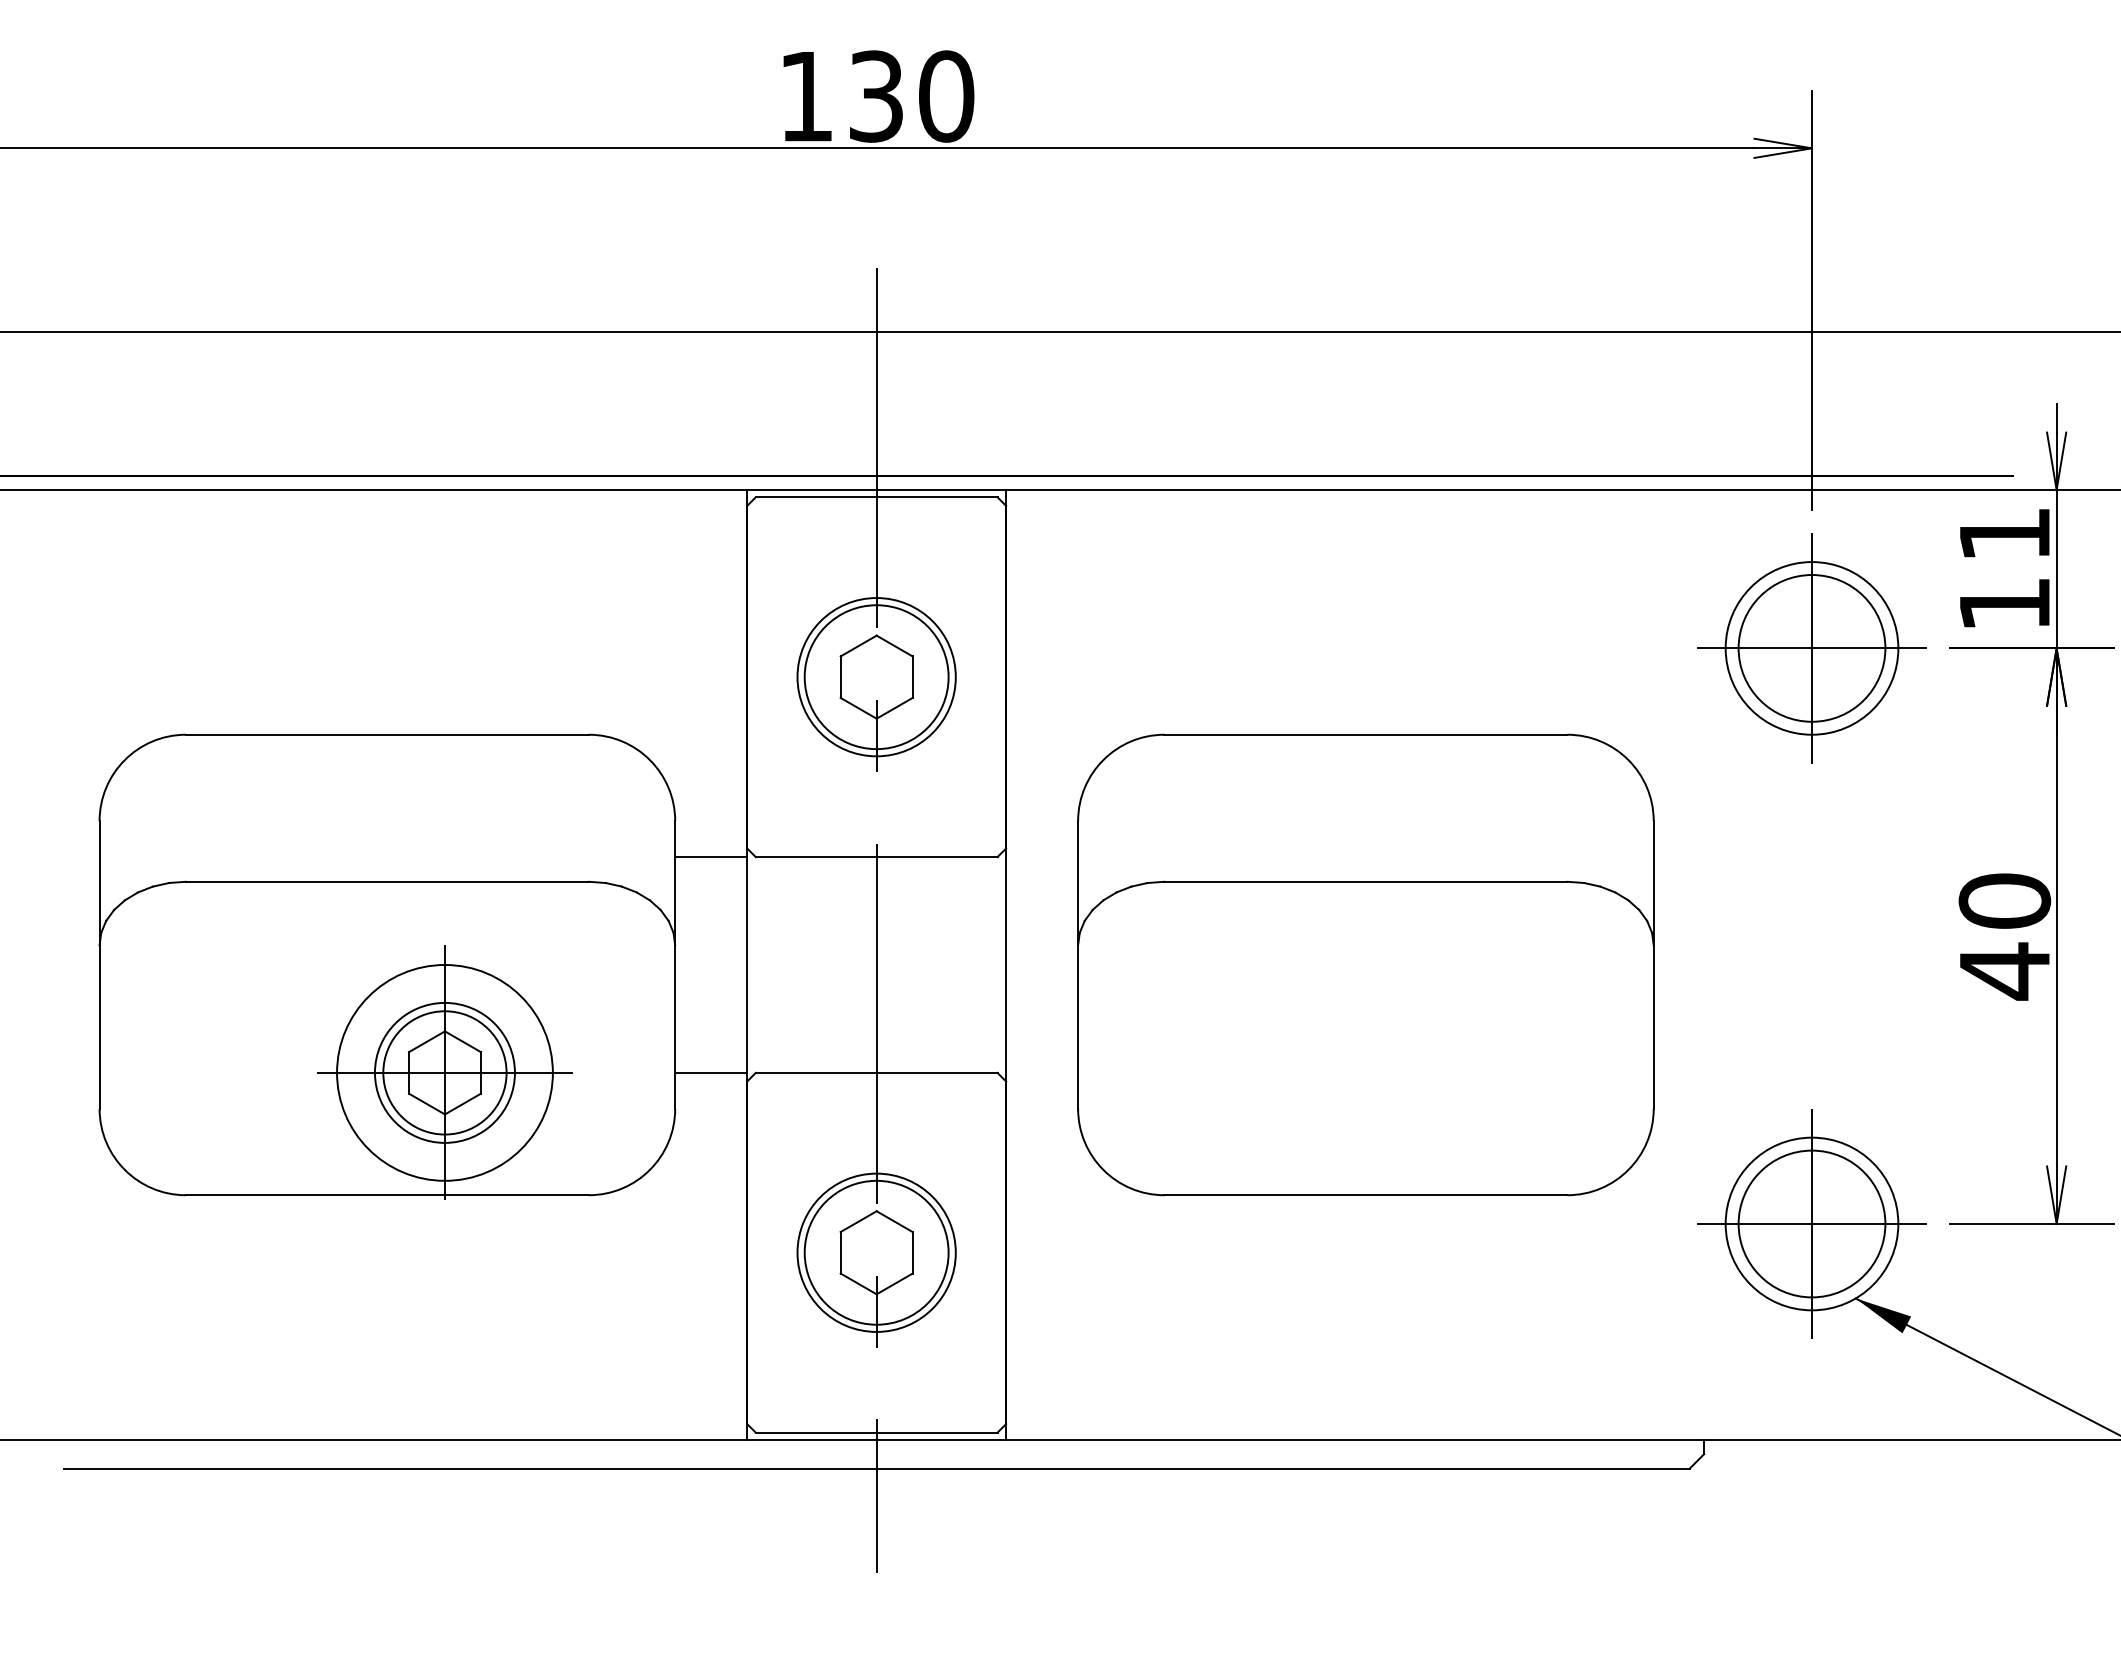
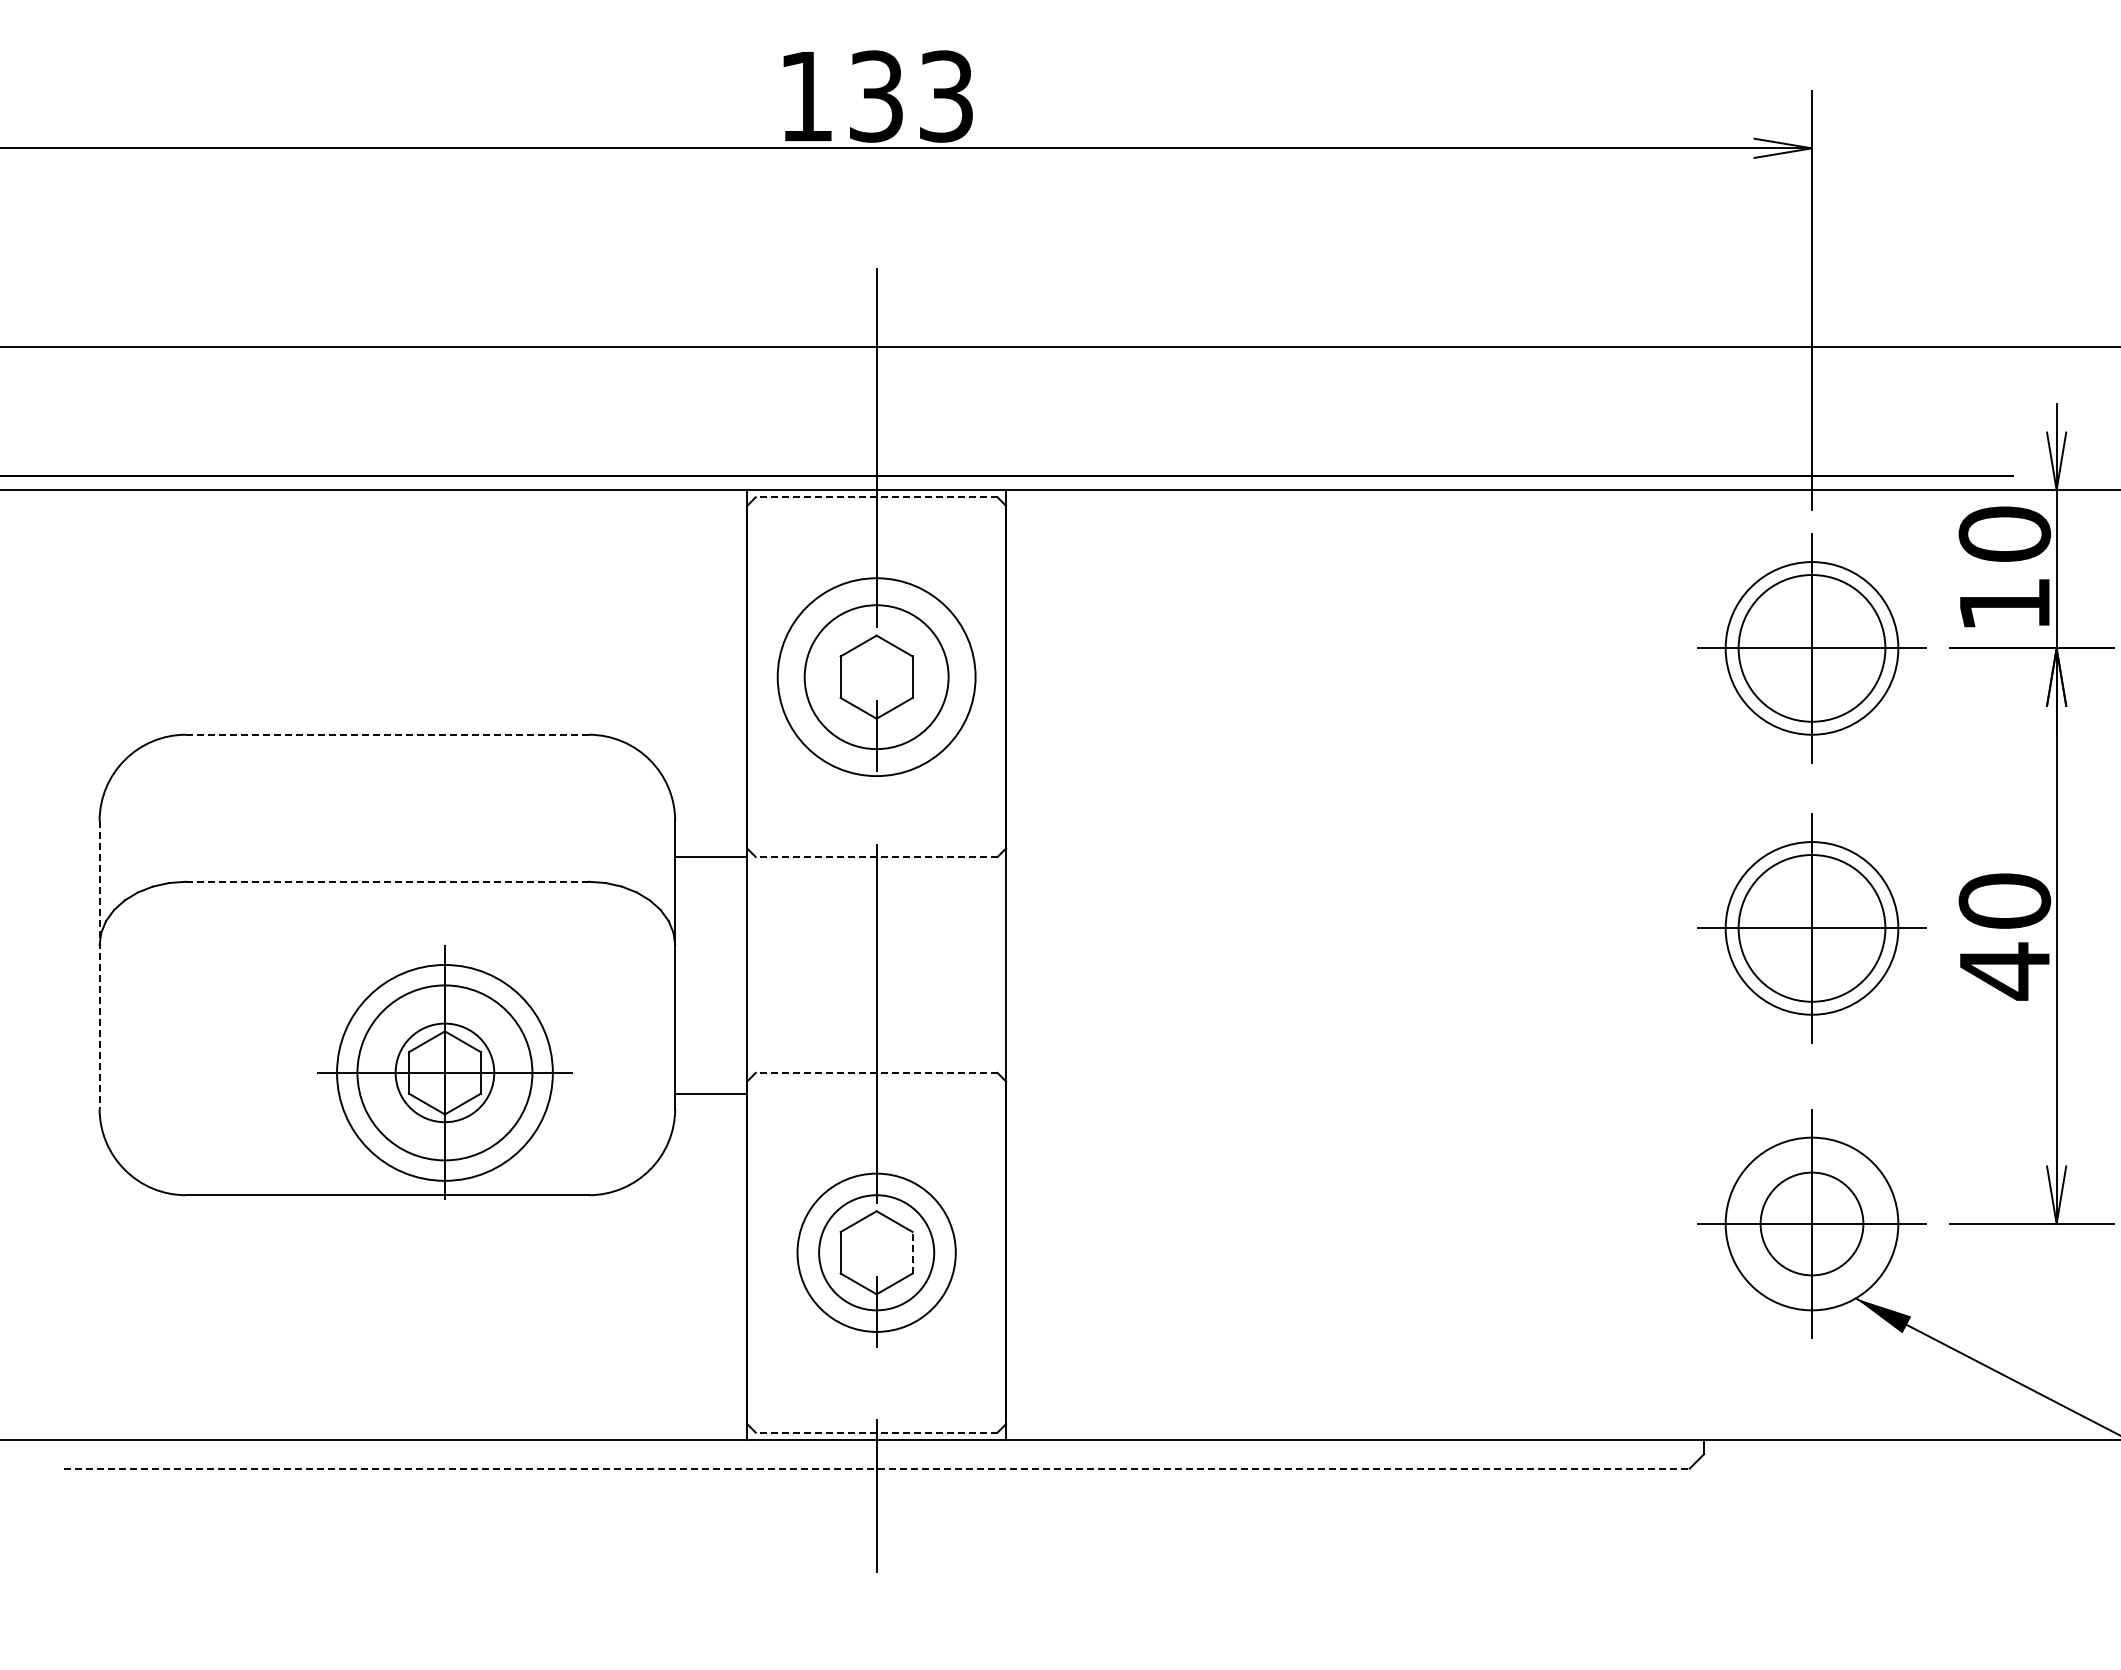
text at (946, 96): 130 -> 133
line at (1059, 331) position: (1059, 331) -> (1059, 346)
line at (876, 497): solid -> dashed
text at (2004, 533): 11 -> 10
circle at (876, 677) diameter: 158 px -> 198 px
line at (386, 734): solid -> dashed
line at (876, 857): solid -> dashed
line at (387, 881): solid -> dashed
part at (1811, 928): none -> present
line at (99, 964): solid -> dashed
part at (1365, 964): present -> none
circle at (444, 1072) diameter: 123 px -> 99 px
circle at (444, 1072) diameter: 140 px -> 175 px
line at (711, 1072) position: (711, 1072) -> (711, 1093)
line at (876, 1072): solid -> dashed
circle at (1811, 1223) diameter: 147 px -> 103 px
circle at (876, 1252) diameter: 144 px -> 115 px
line at (912, 1252): solid -> dashed
line at (876, 1432): solid -> dashed
line at (877, 1468): solid -> dashed
